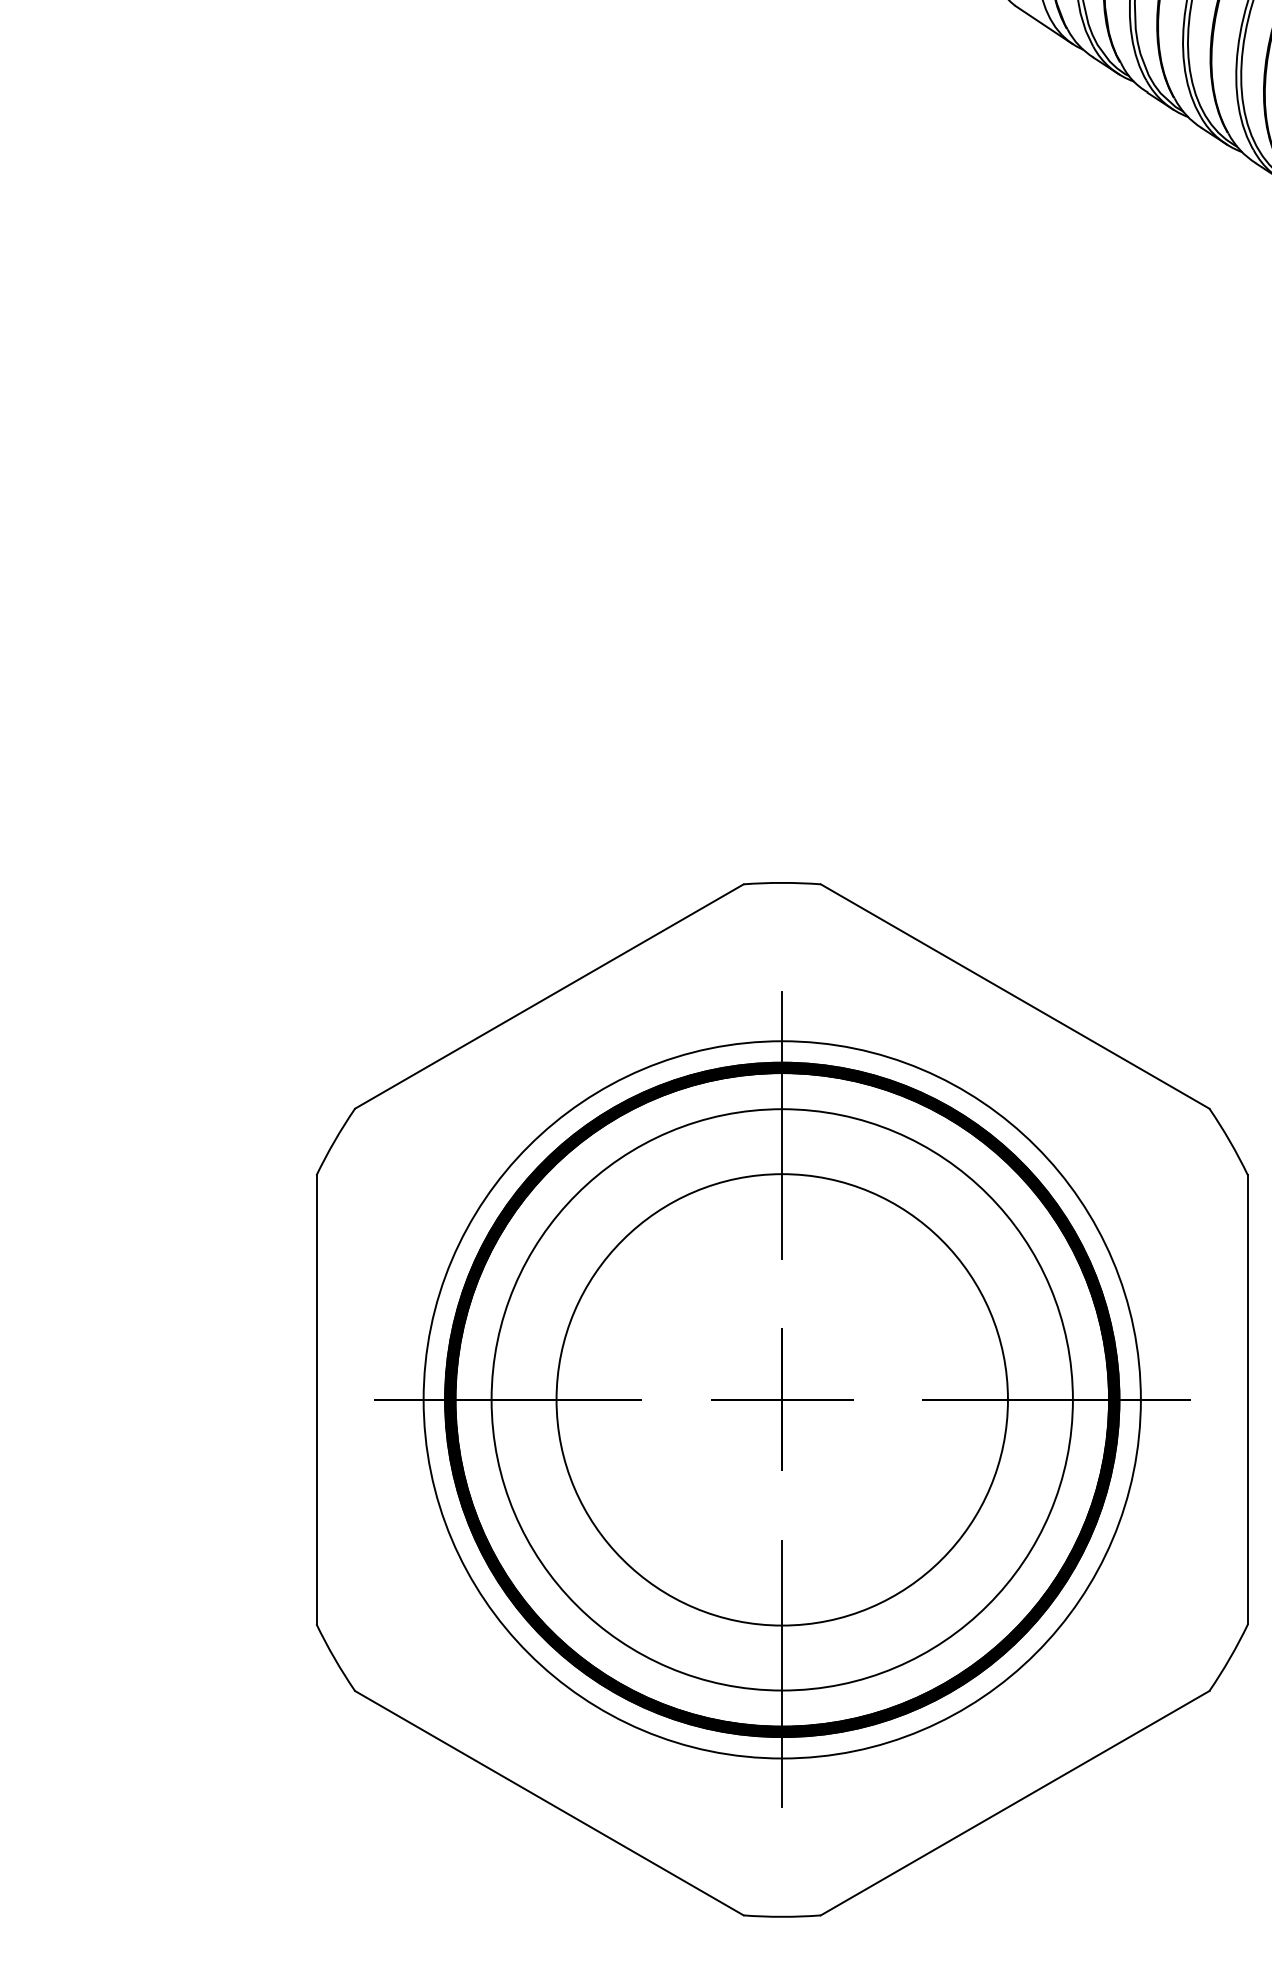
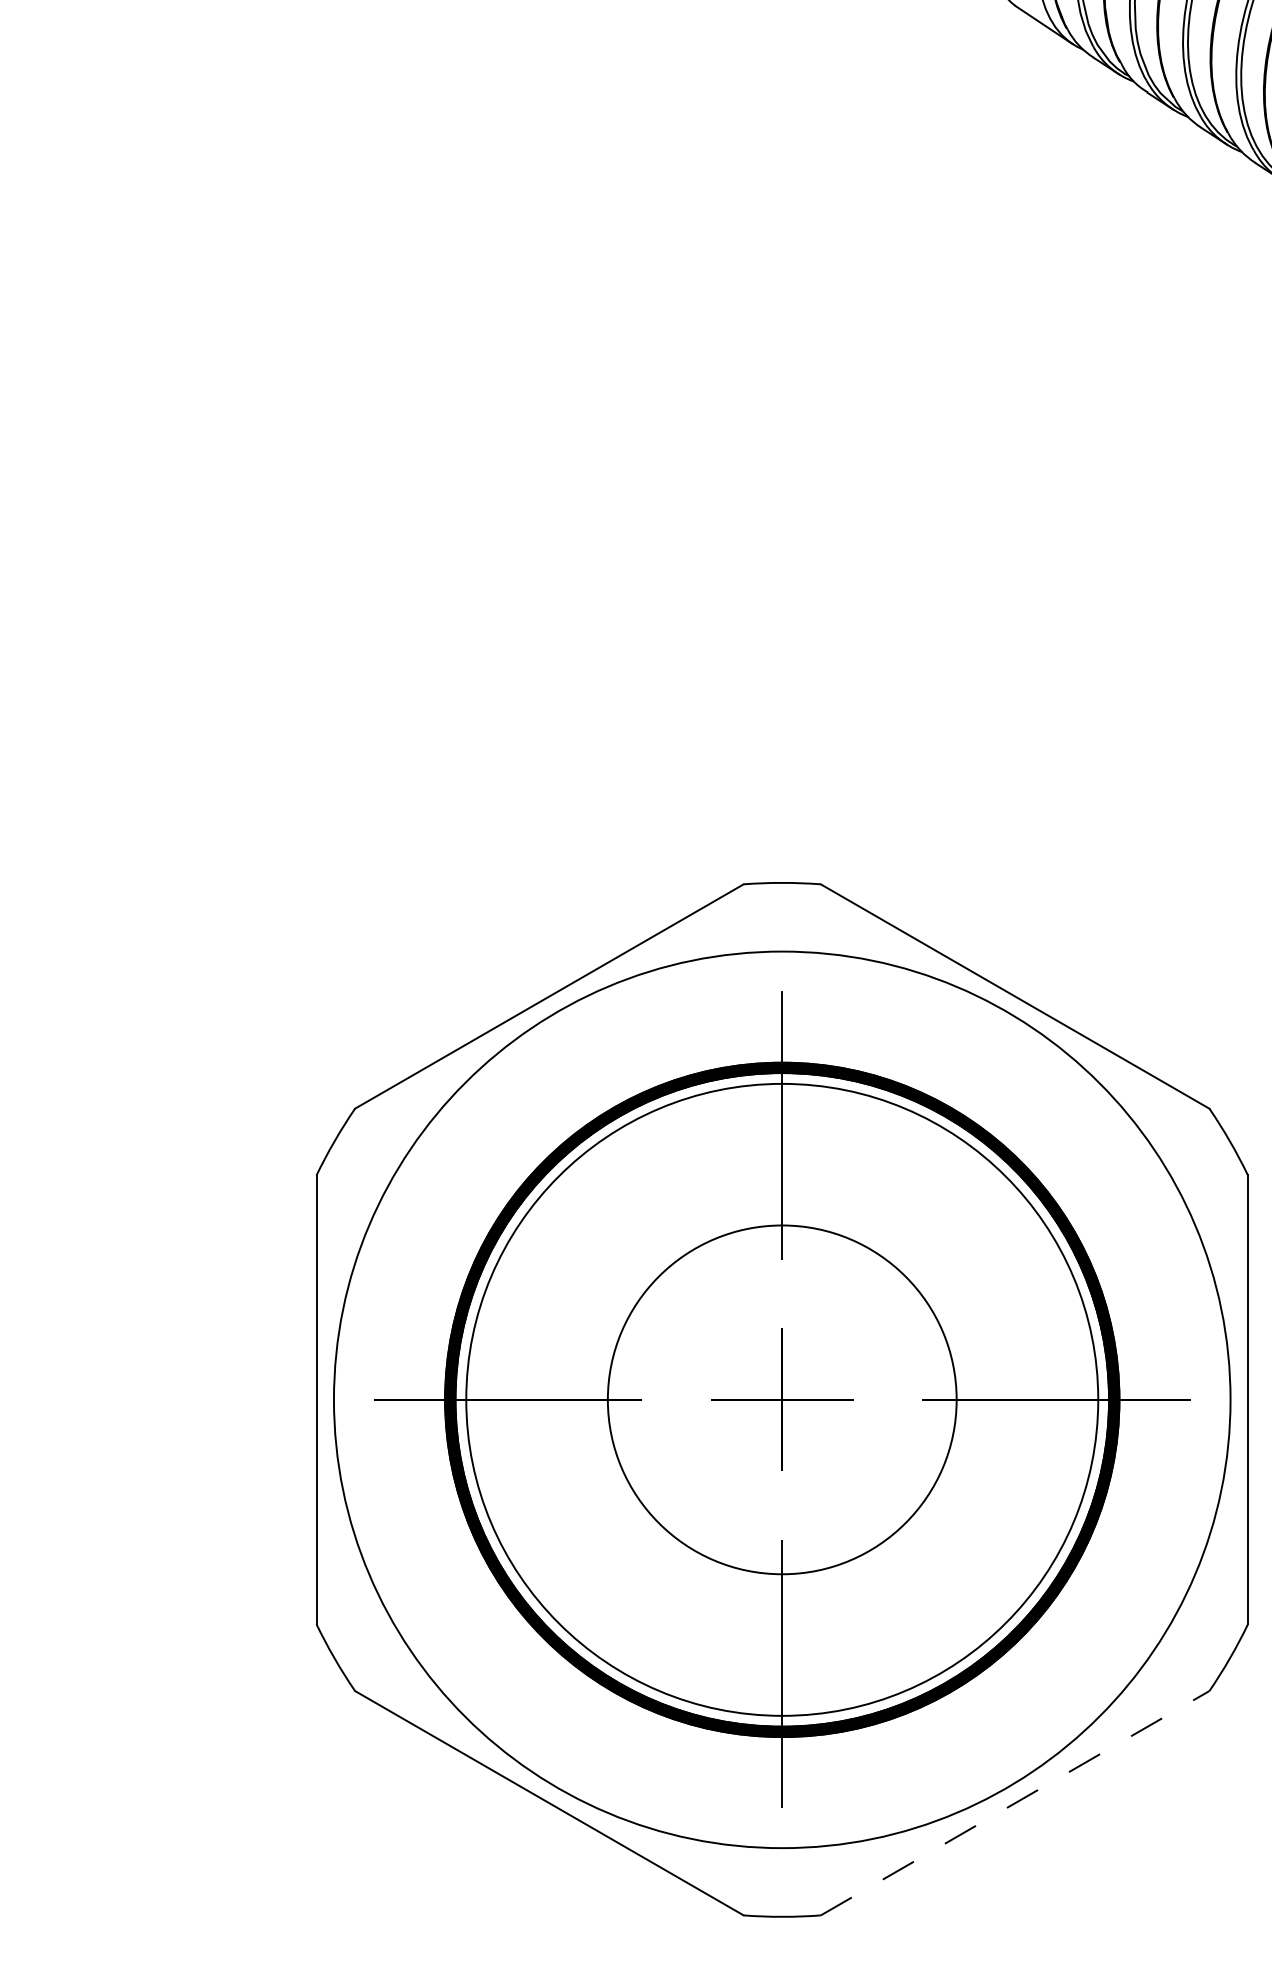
circle at (781, 1399) diameter: 451 px -> 632 px
circle at (781, 1399) diameter: 581 px -> 349 px
circle at (781, 1399) diameter: 717 px -> 897 px
line at (1015, 1802): solid -> dashed
